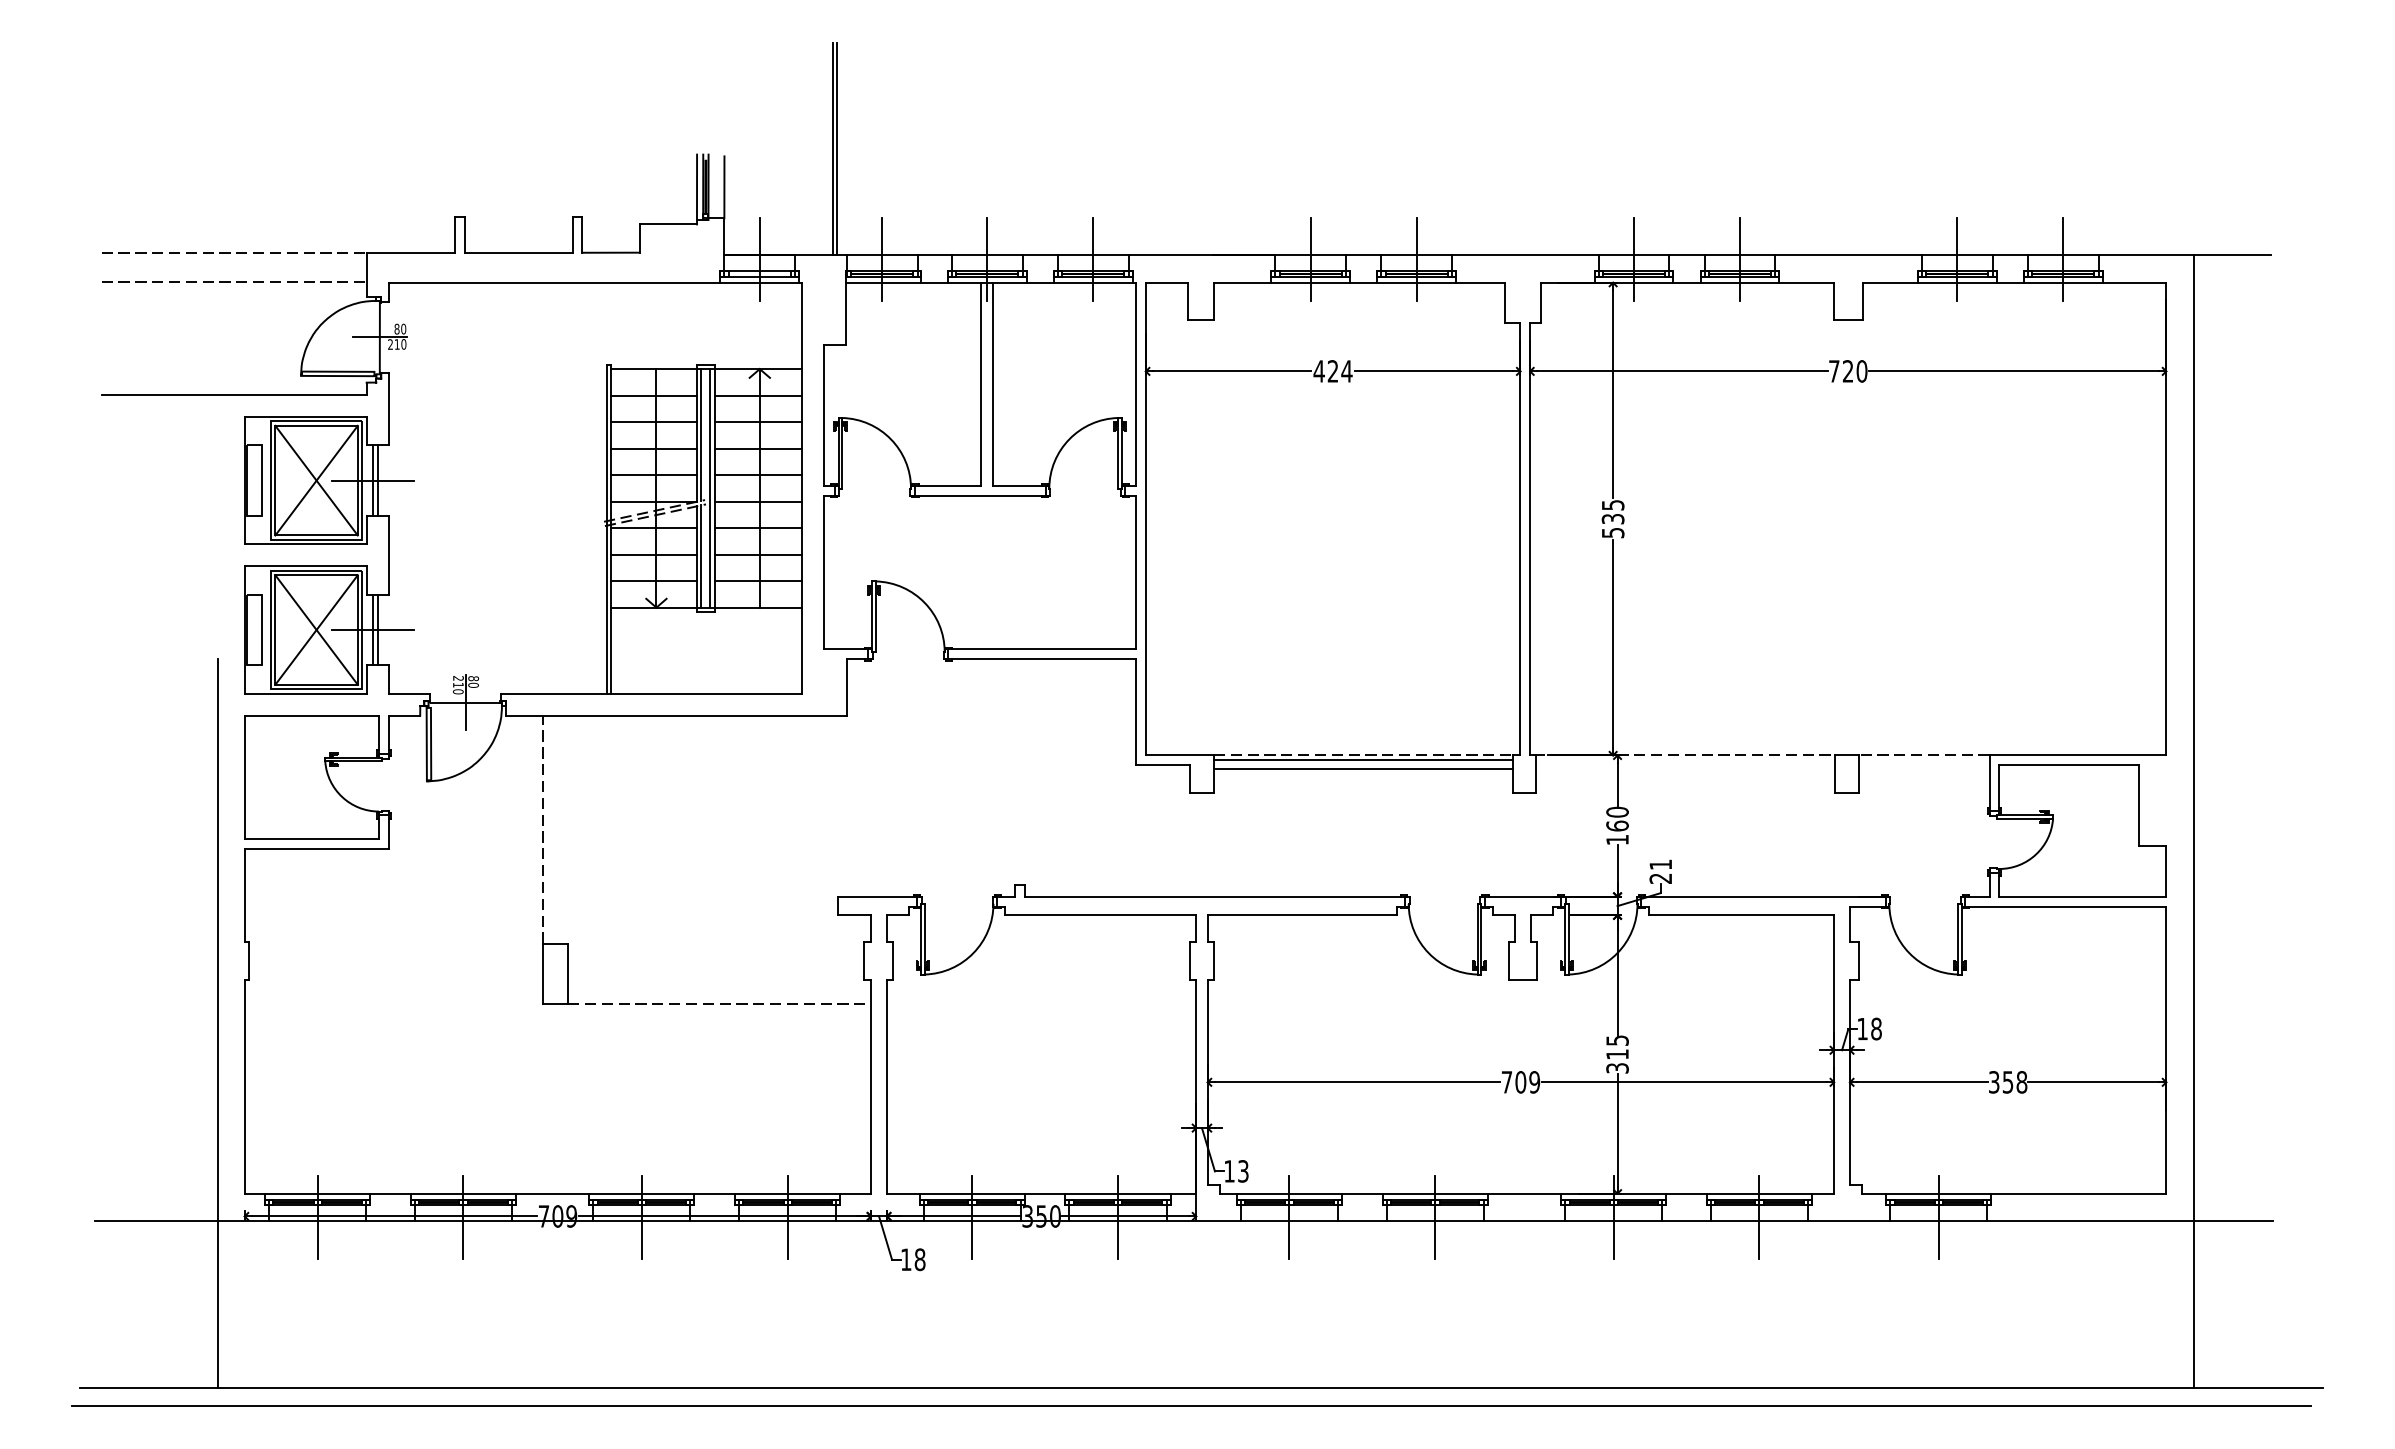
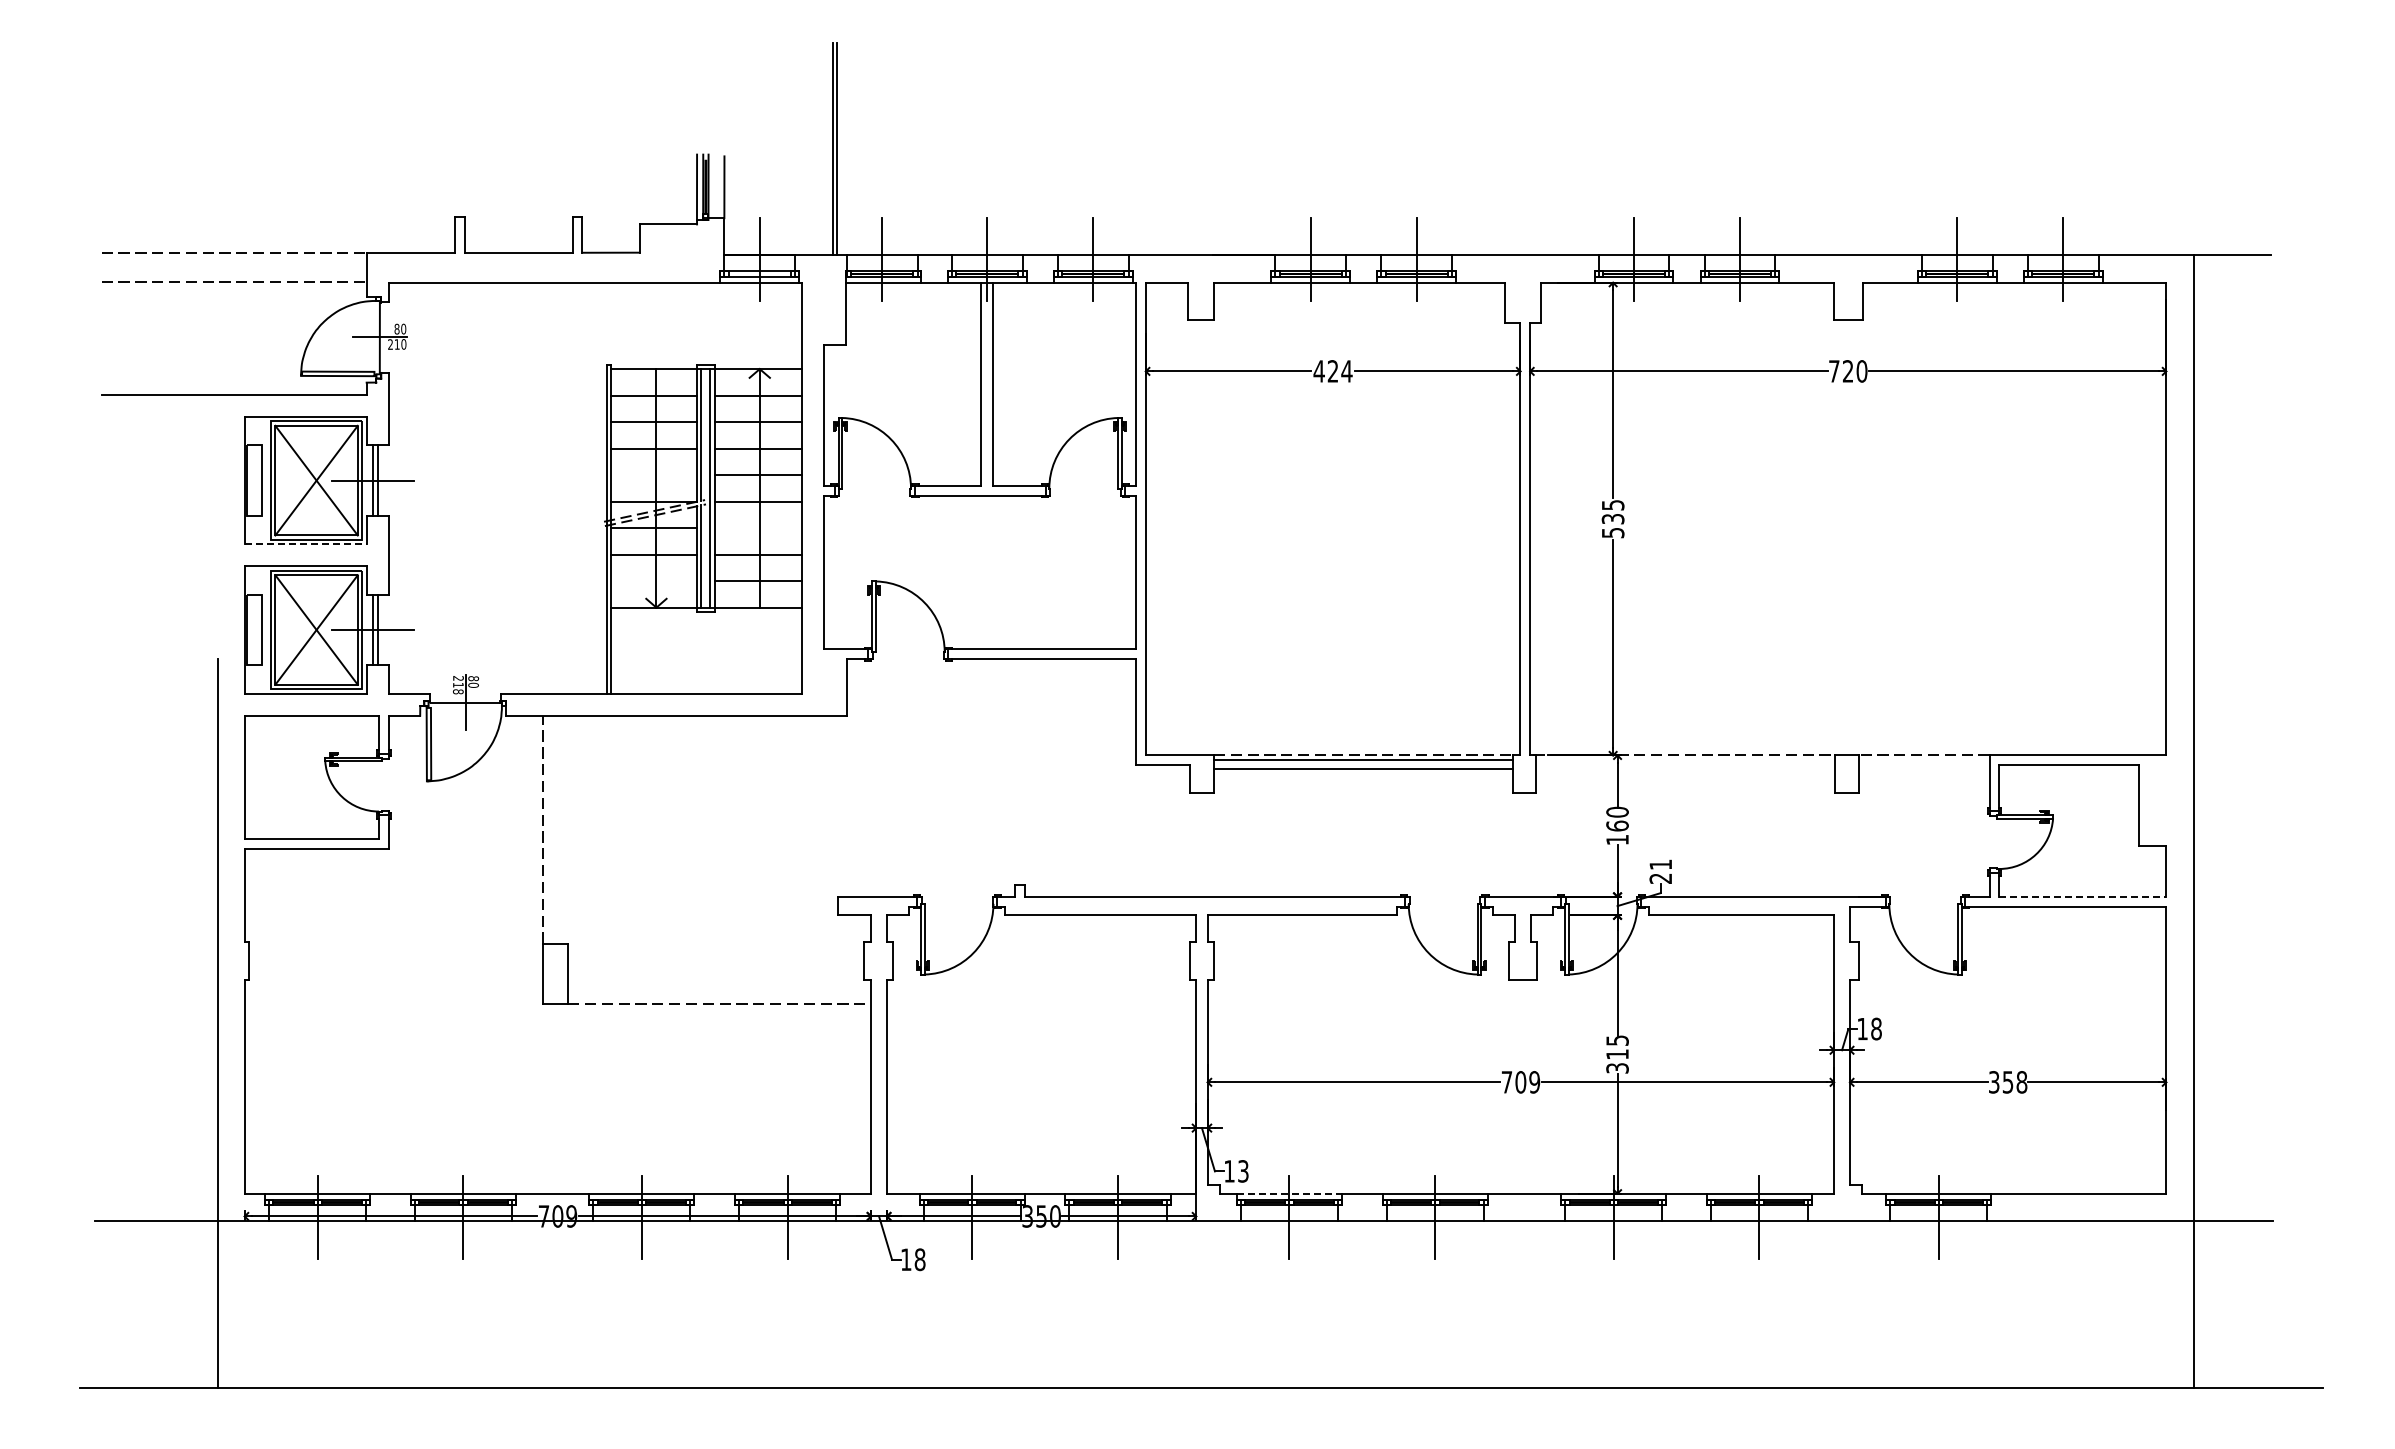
line at (654, 475): present -> none
line at (758, 528): present -> none
line at (305, 544): solid -> dashed
line at (654, 581): present -> none
text at (458, 691): 210 -> 218
line at (2083, 896): solid -> dashed
line at (1289, 1193): solid -> dashed
line at (1190, 1405): present -> none
